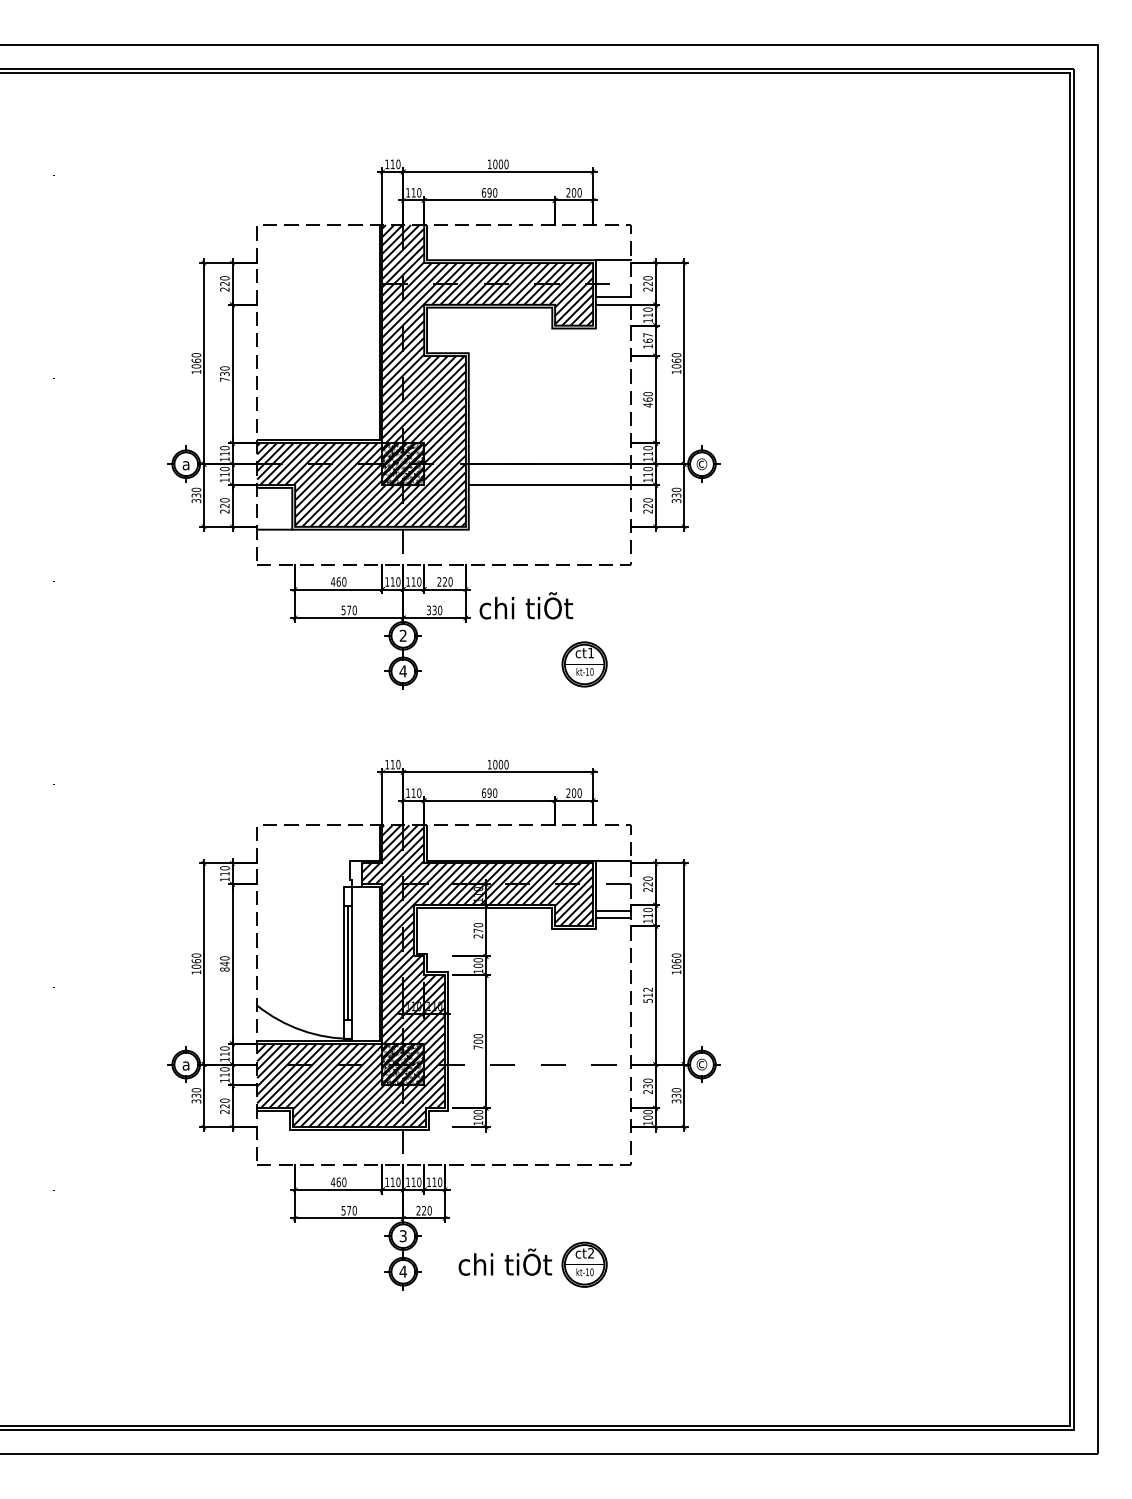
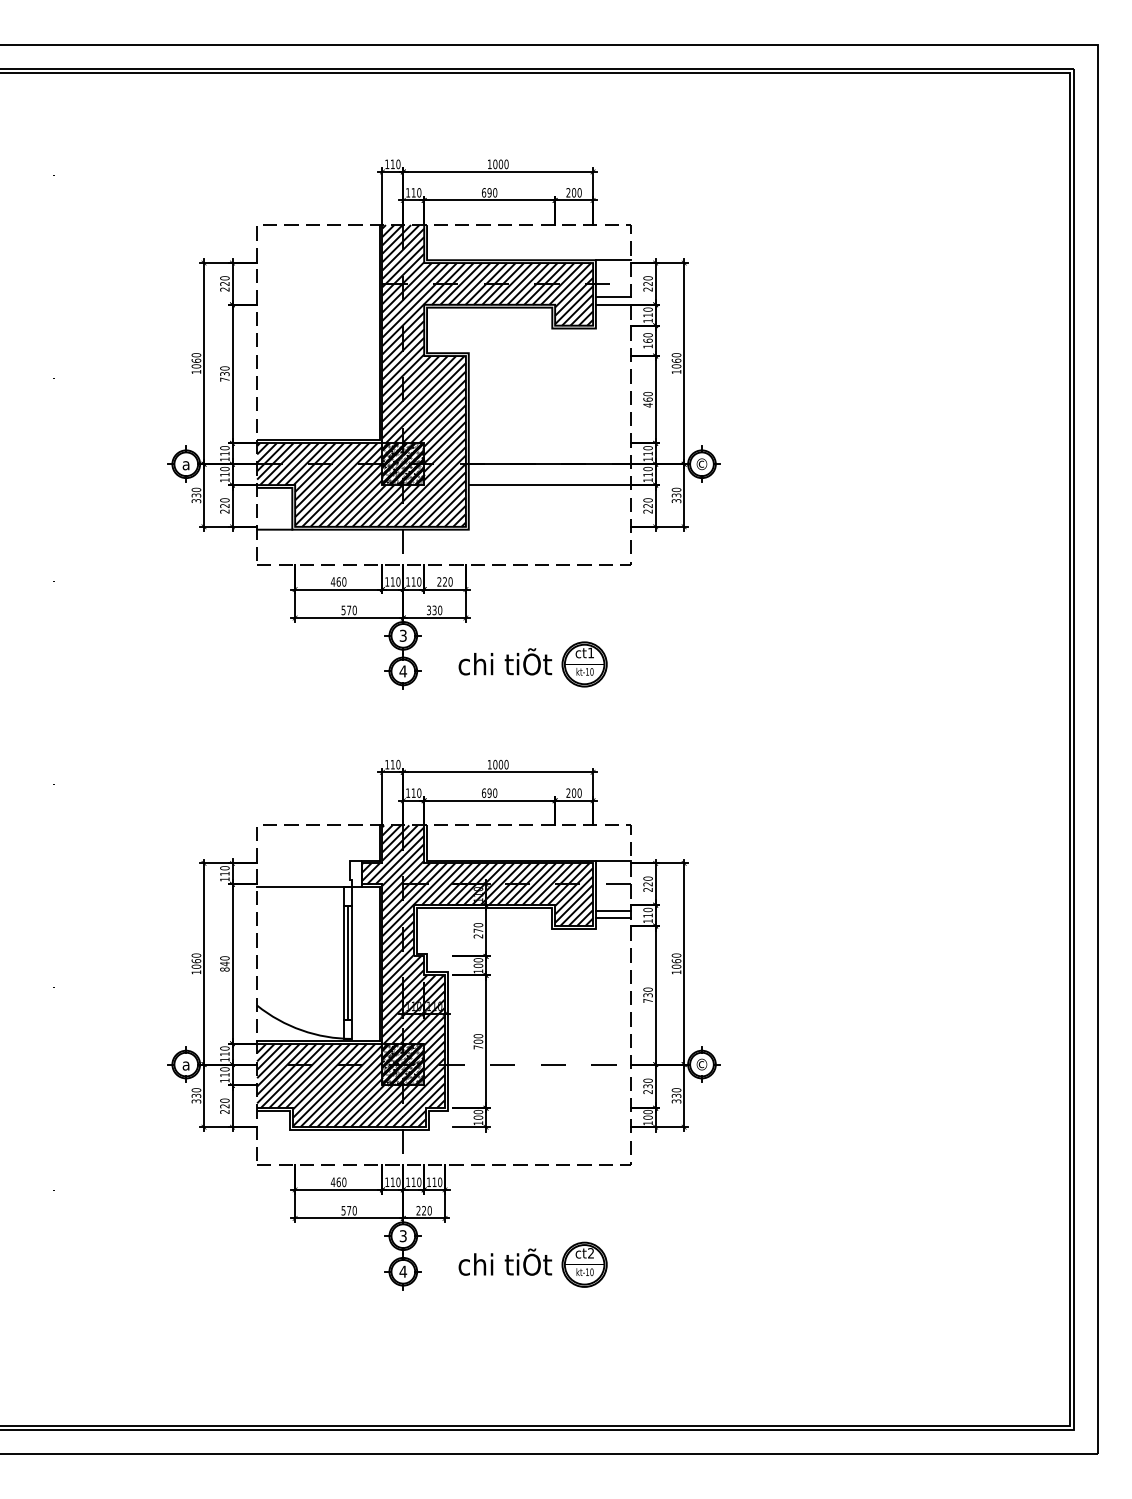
text at (647, 335): 167 -> 160
text at (526, 605) position: (526, 605) -> (505, 661)
text at (402, 635): 2 -> 3
line at (304, 887): none -> present
text at (647, 994): 512 -> 730
